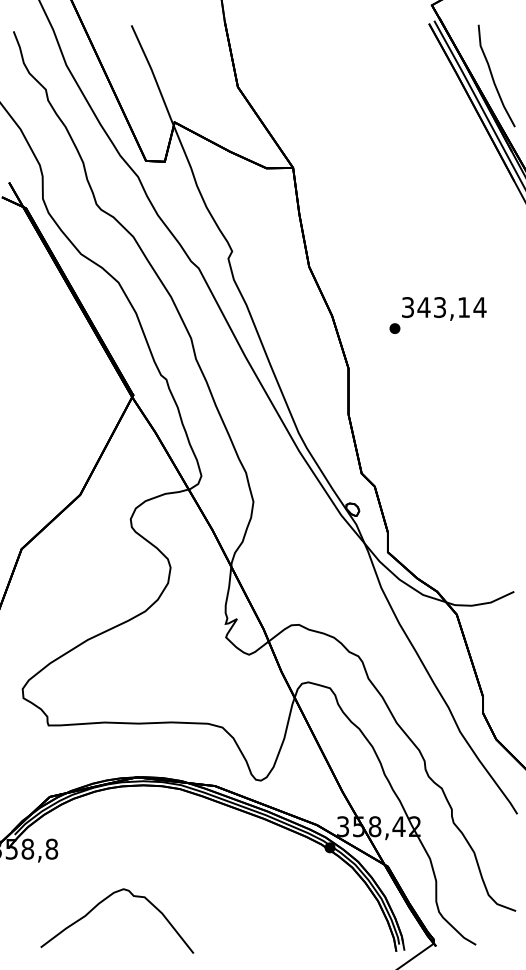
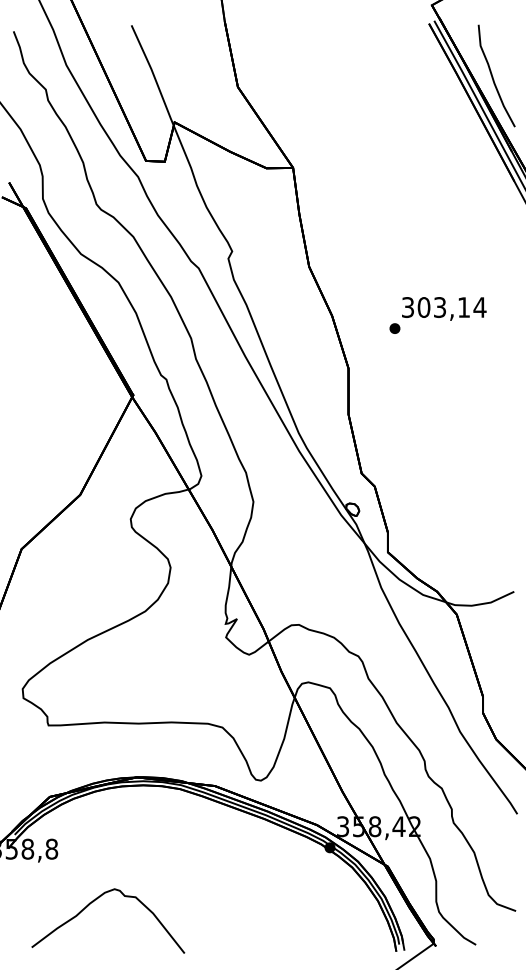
text at (423, 307): 343,14 -> 303,14
part at (102, 902) position: (102, 902) -> (93, 902)
